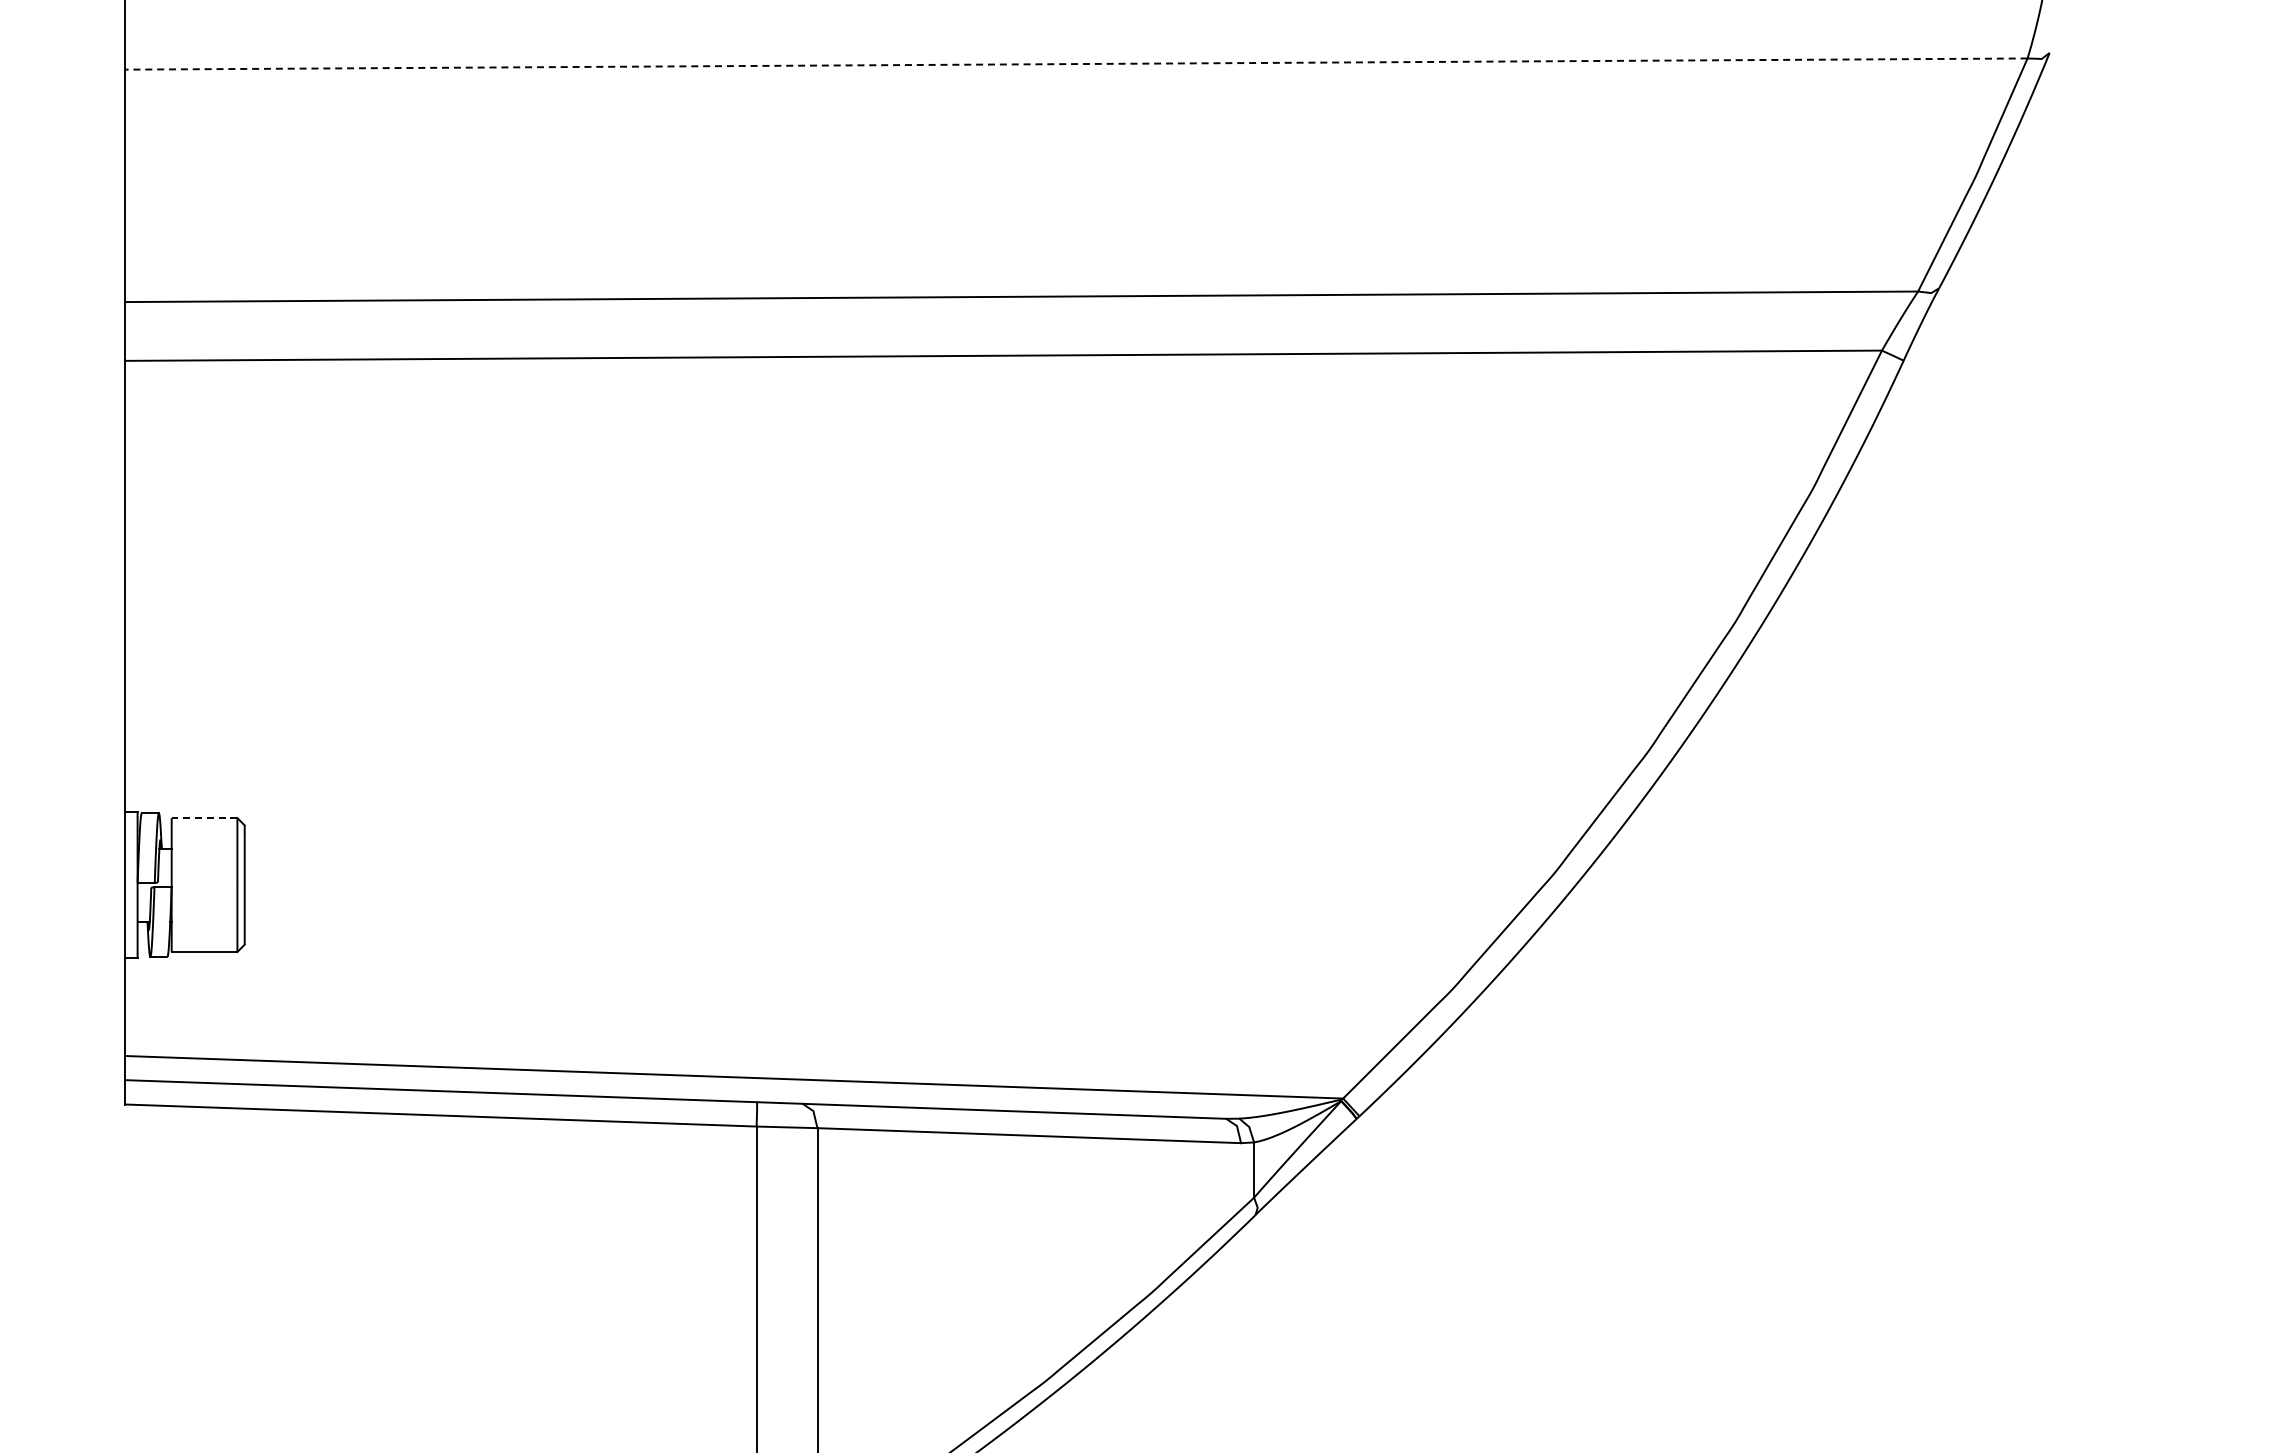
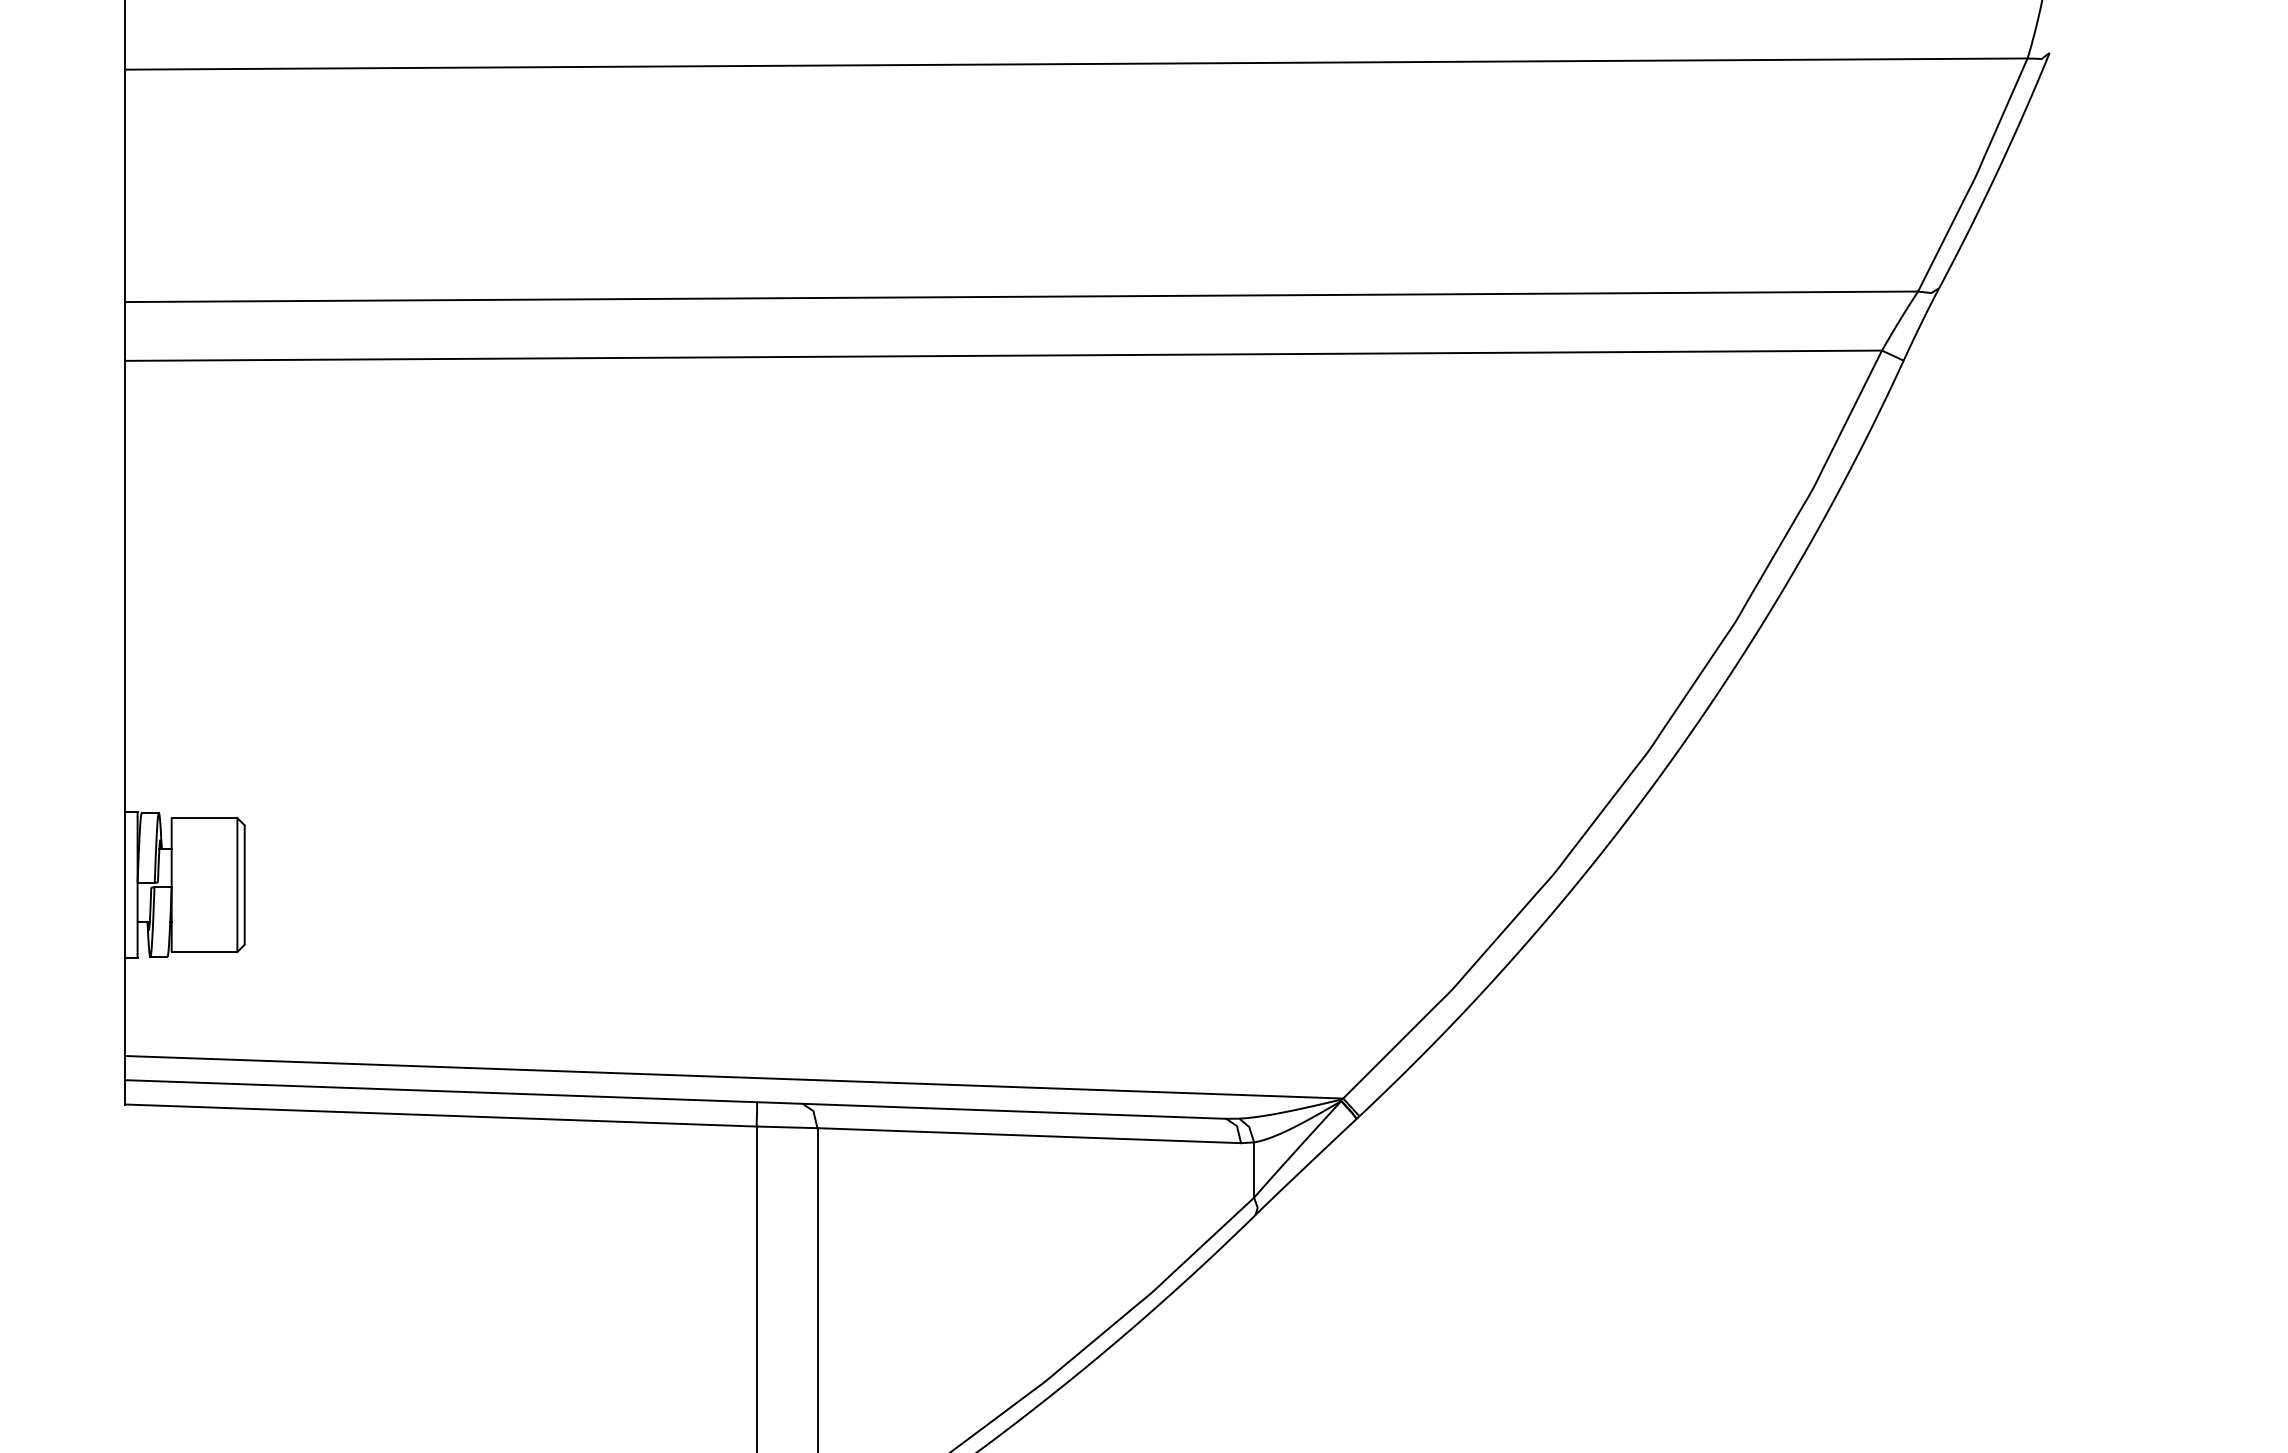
line at (1075, 64): dashed -> solid
line at (204, 818): dashed -> solid
